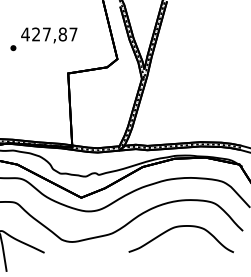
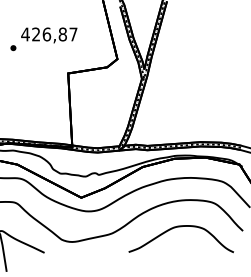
text at (46, 34): 427,87 -> 426,87
